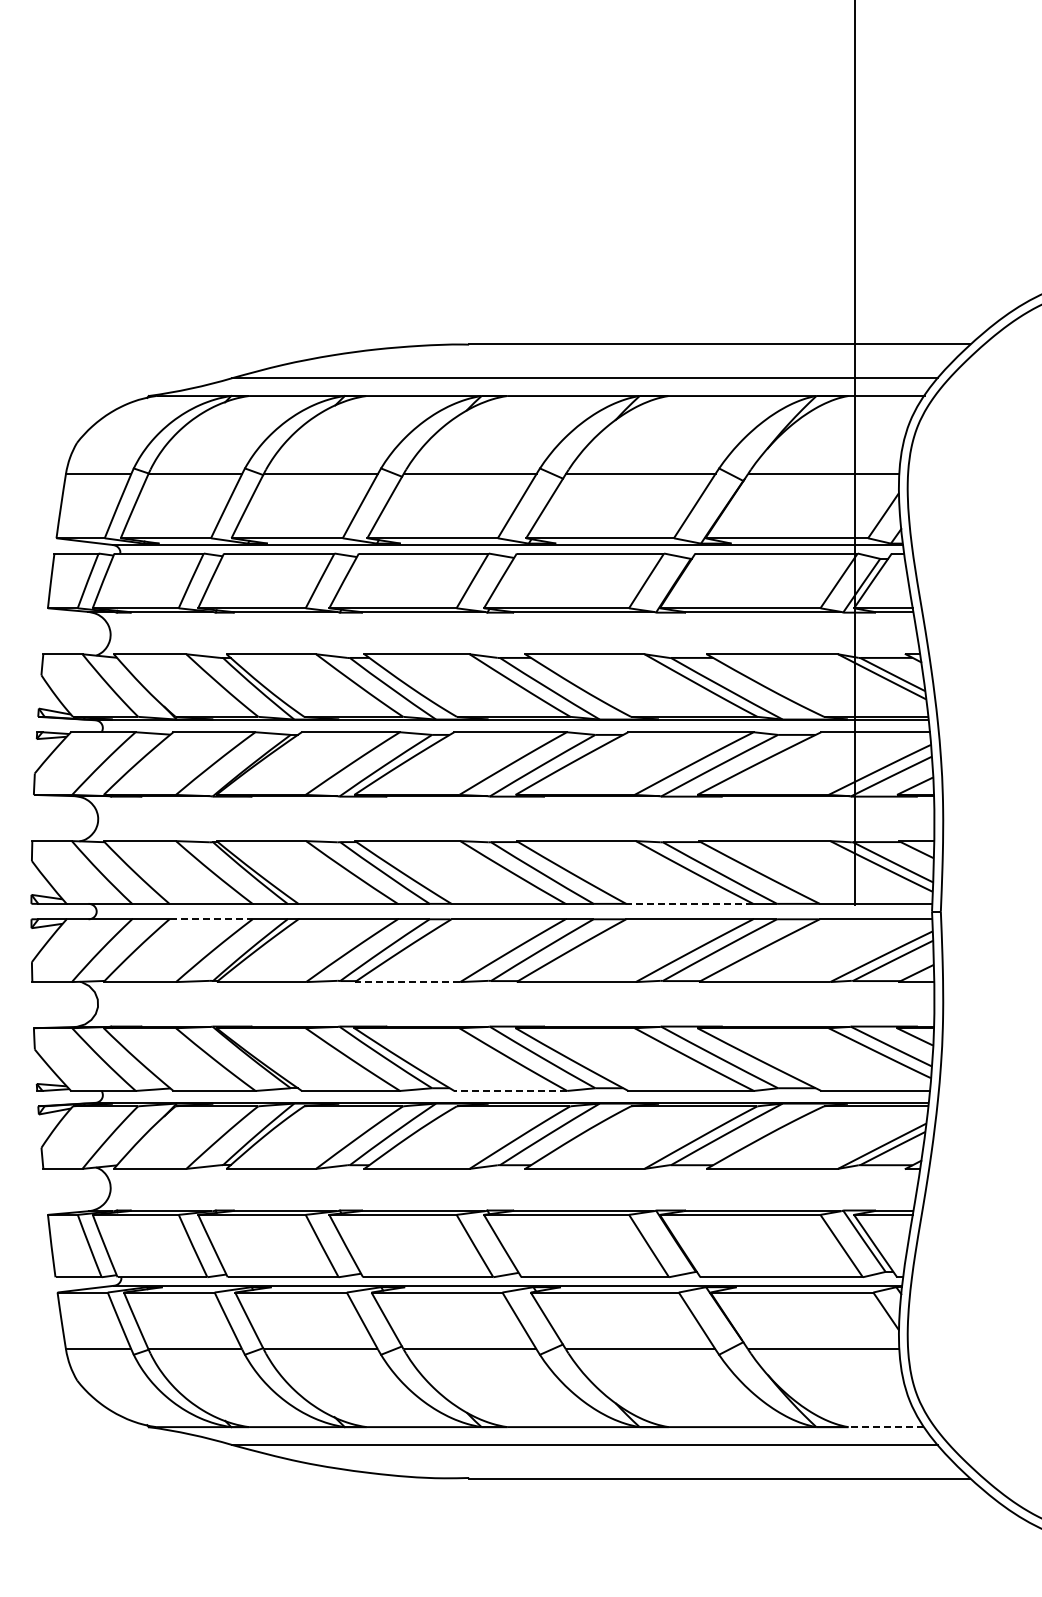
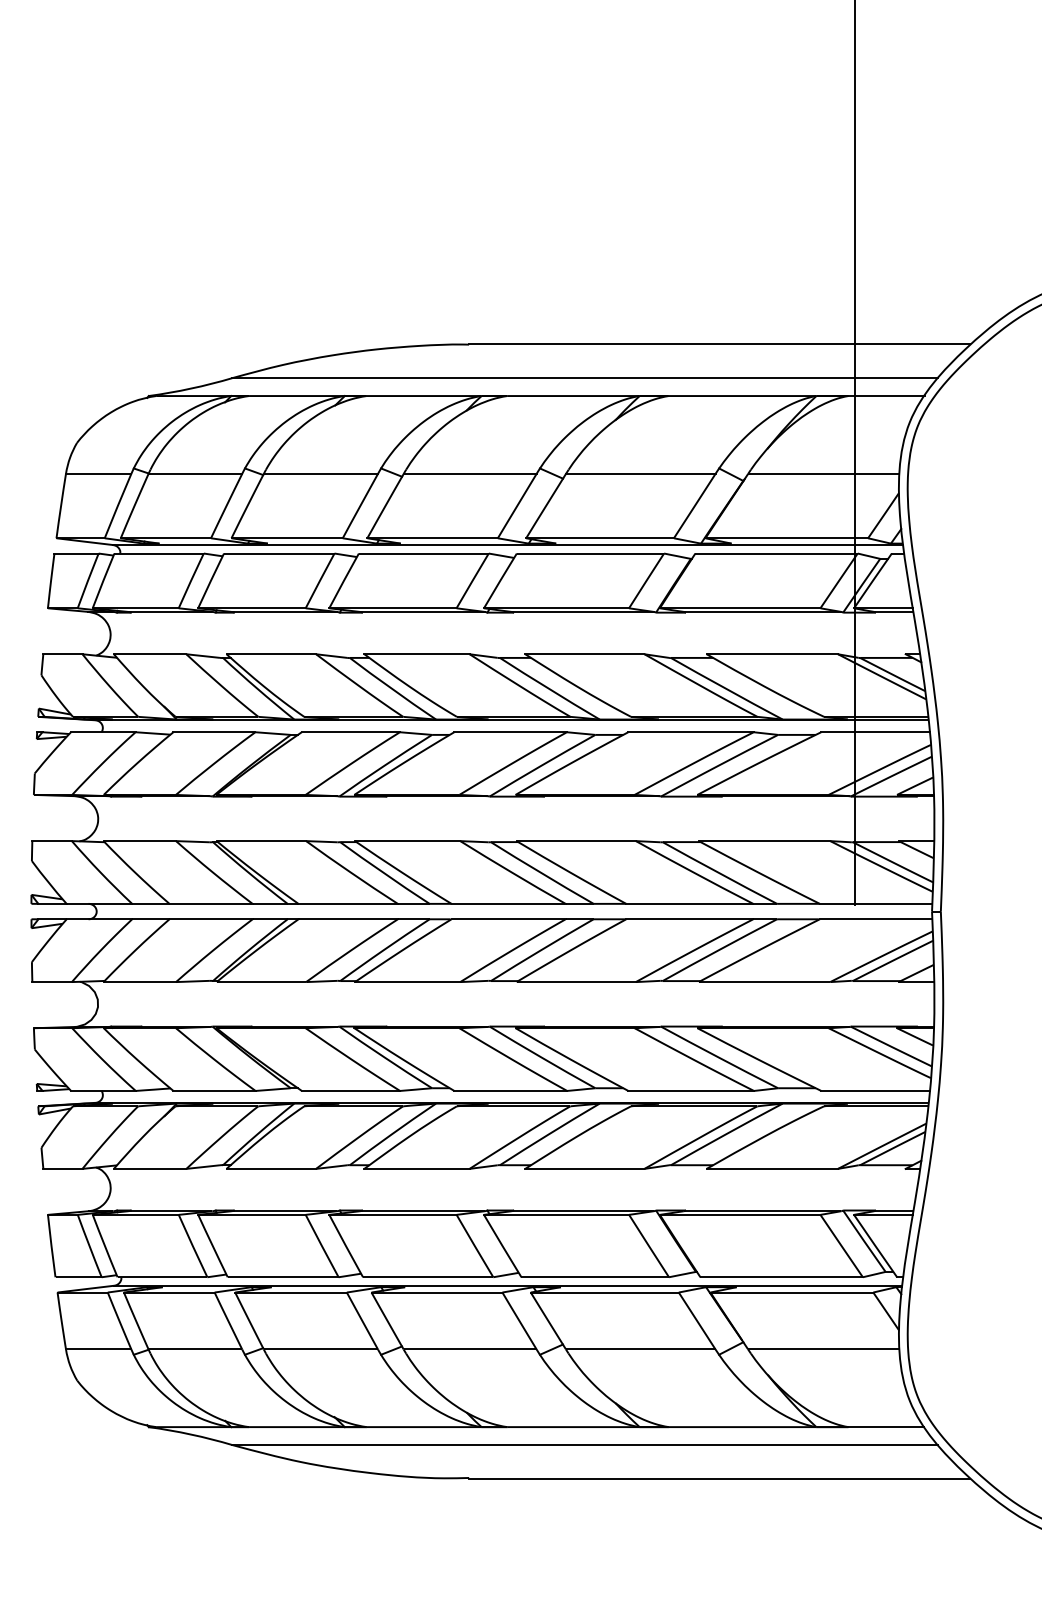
line at (689, 903): dashed -> solid
line at (211, 919): dashed -> solid
line at (407, 982): dashed -> solid
line at (510, 1090): dashed -> solid
line at (886, 1427): dashed -> solid
